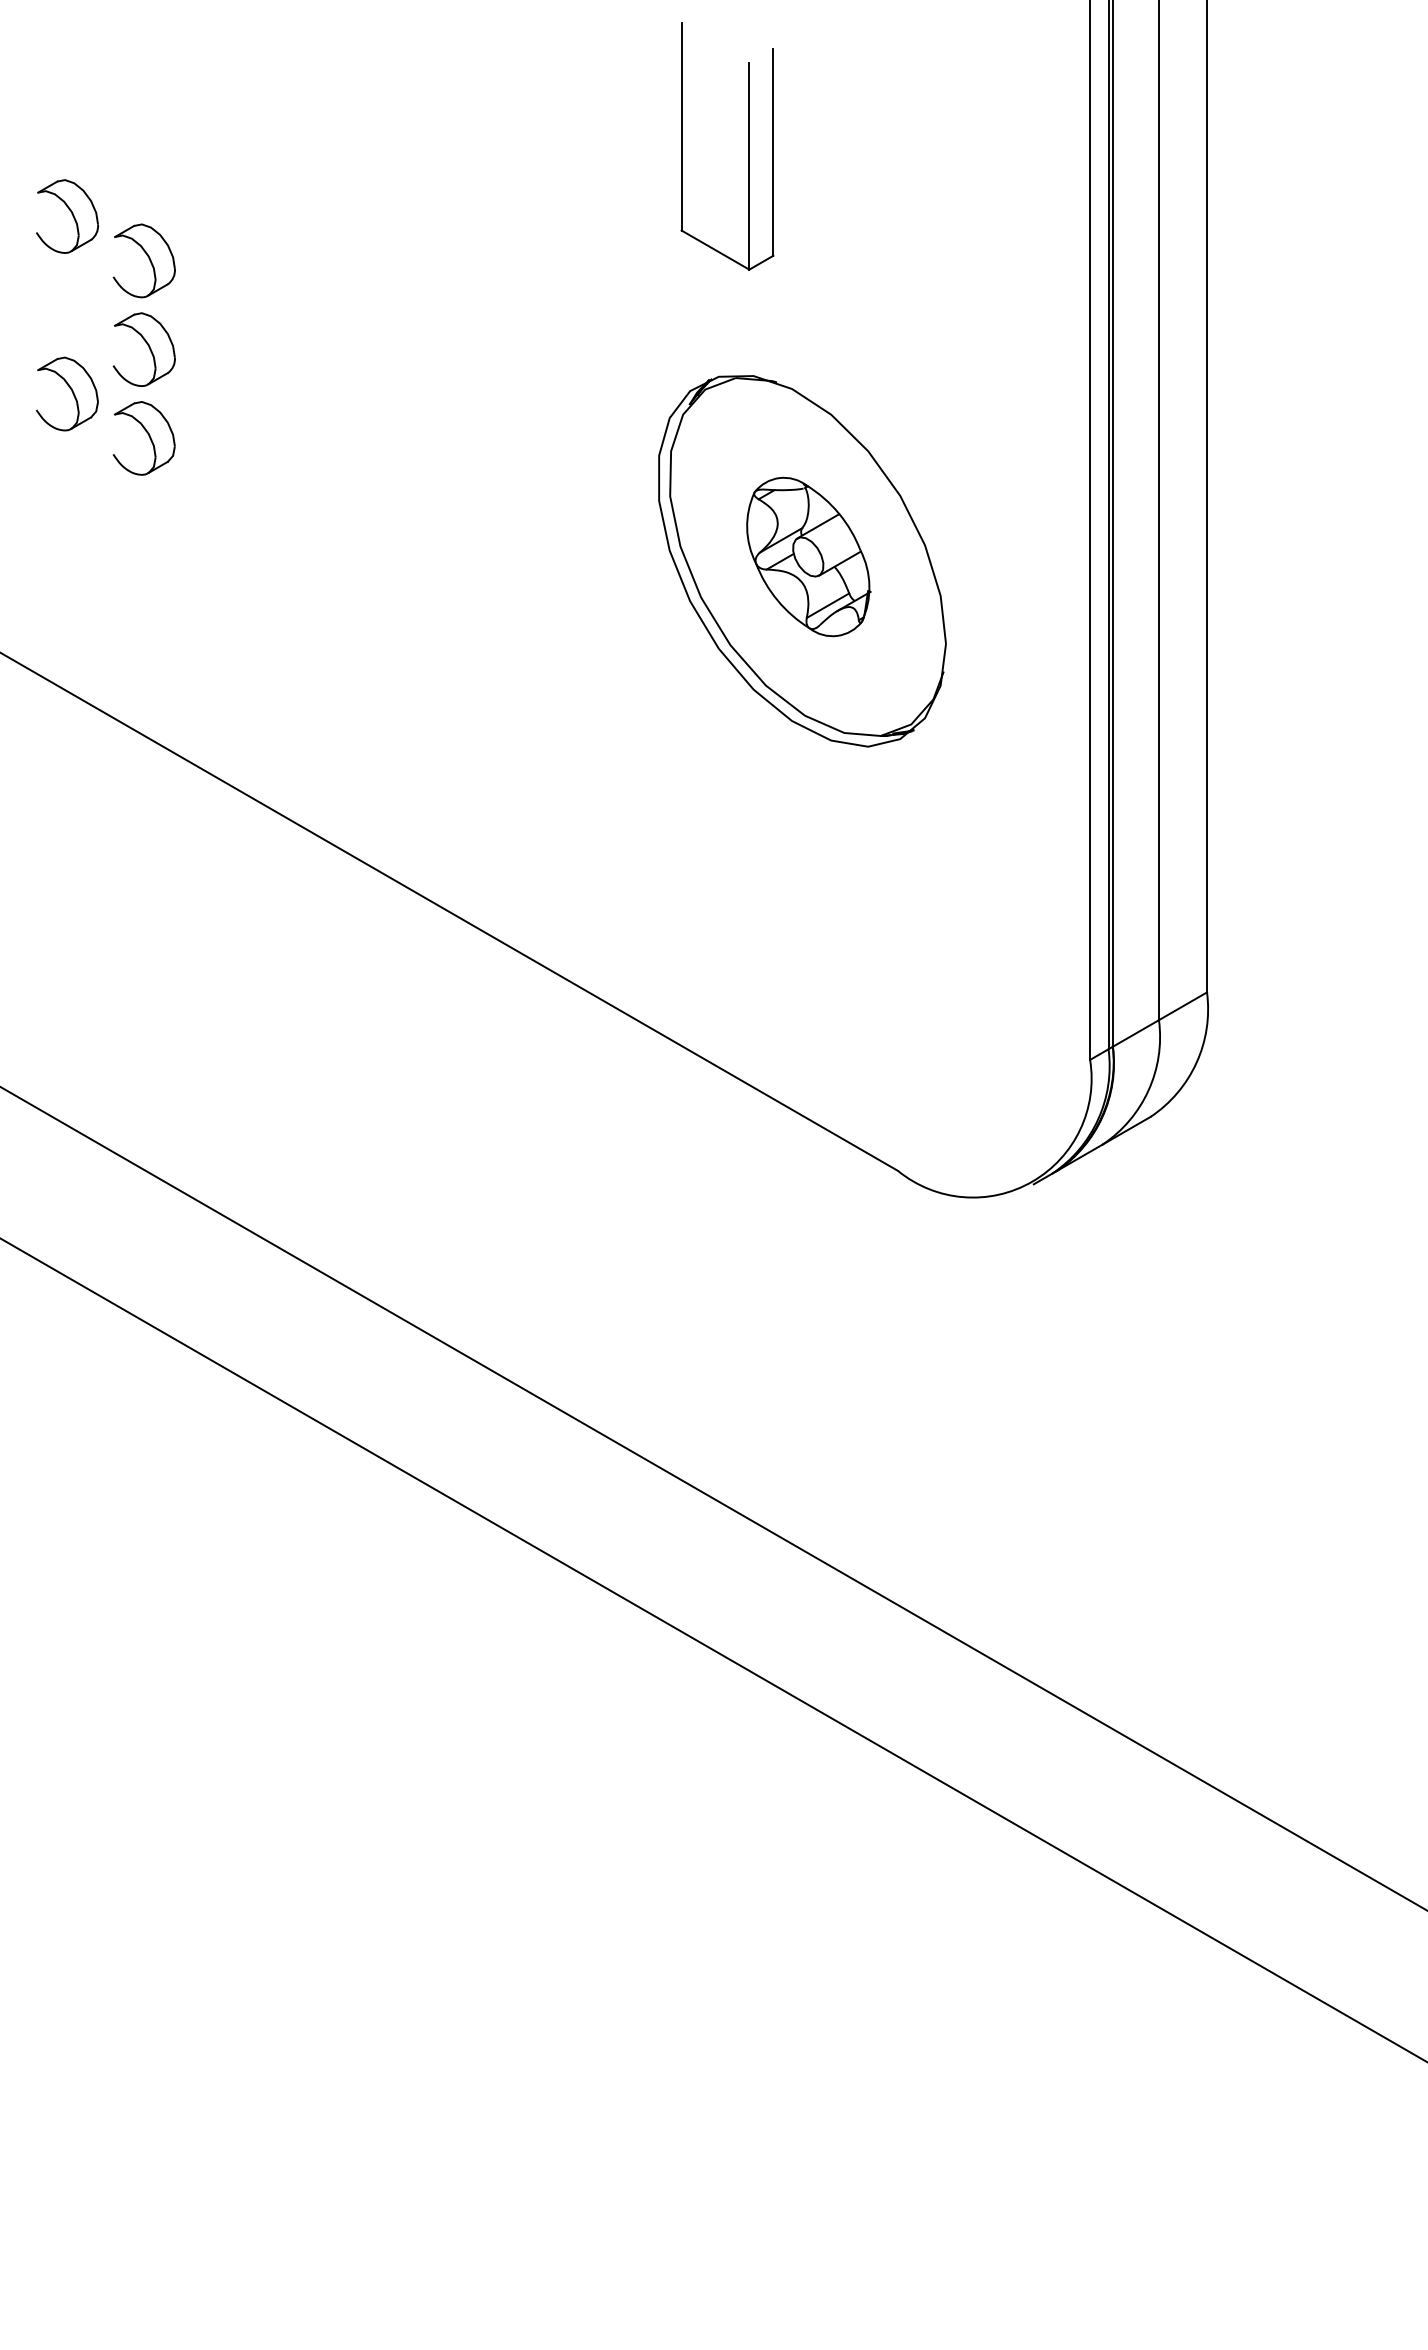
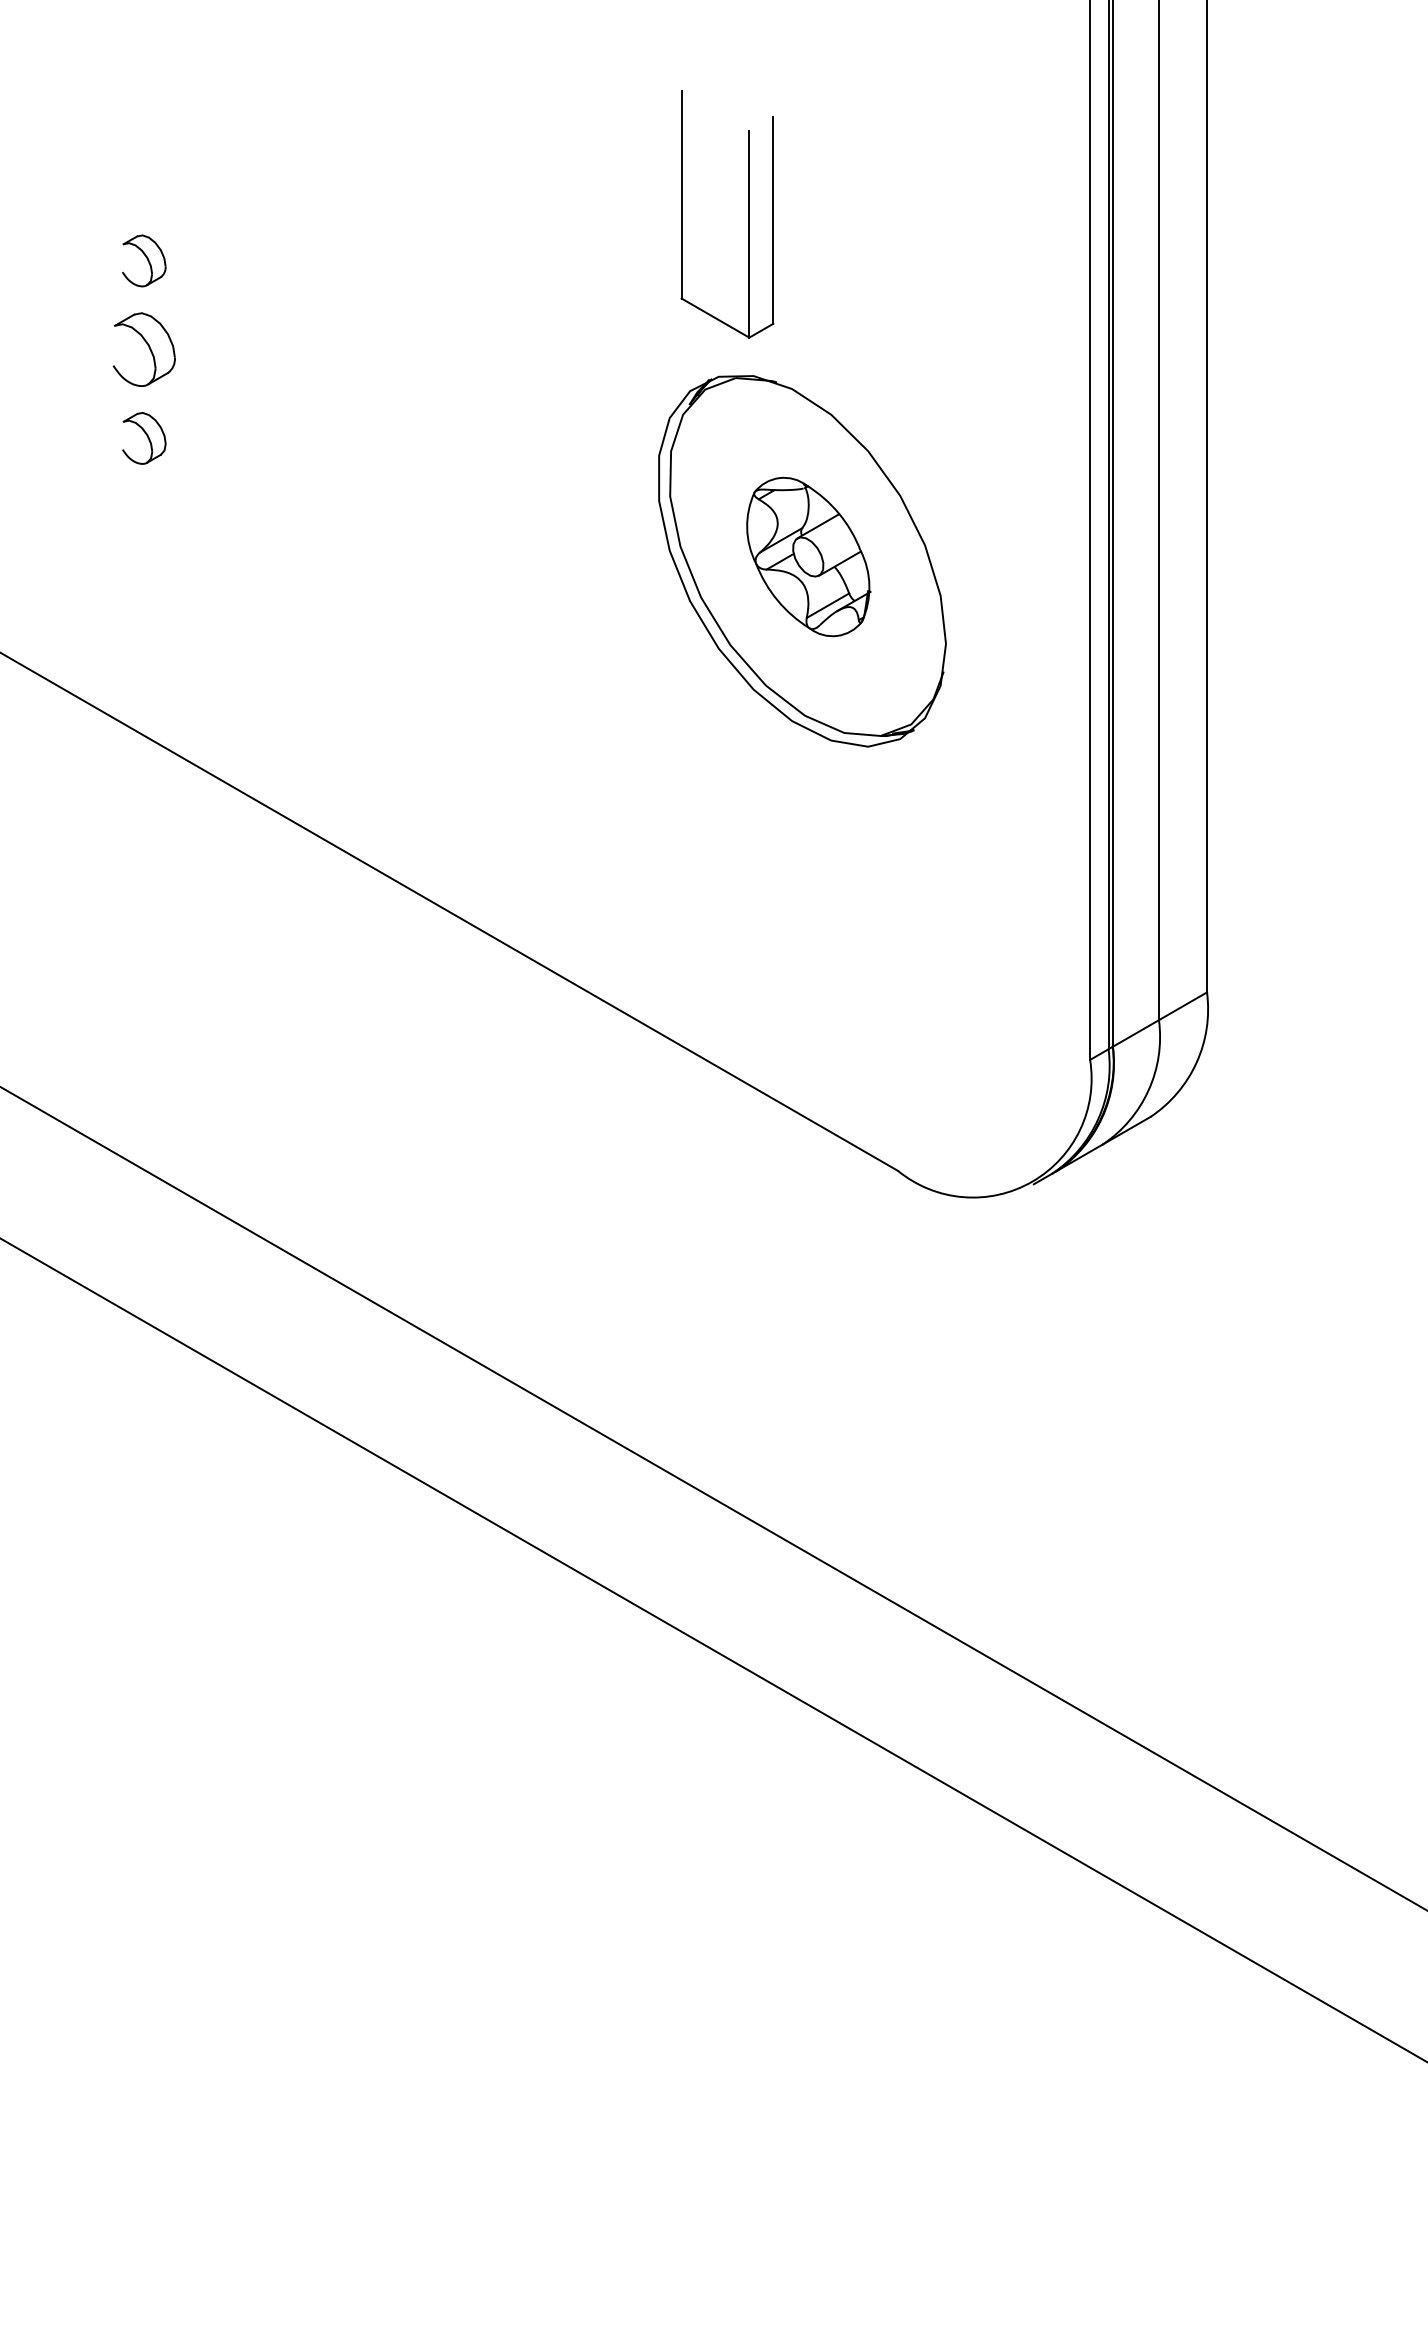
part at (748, 146) position: (748, 146) -> (748, 214)
part at (67, 216): present -> none
part at (143, 260) size: 64x76 px -> 45x54 px
part at (67, 393): present -> none
part at (144, 438) size: 63x75 px -> 45x53 px
